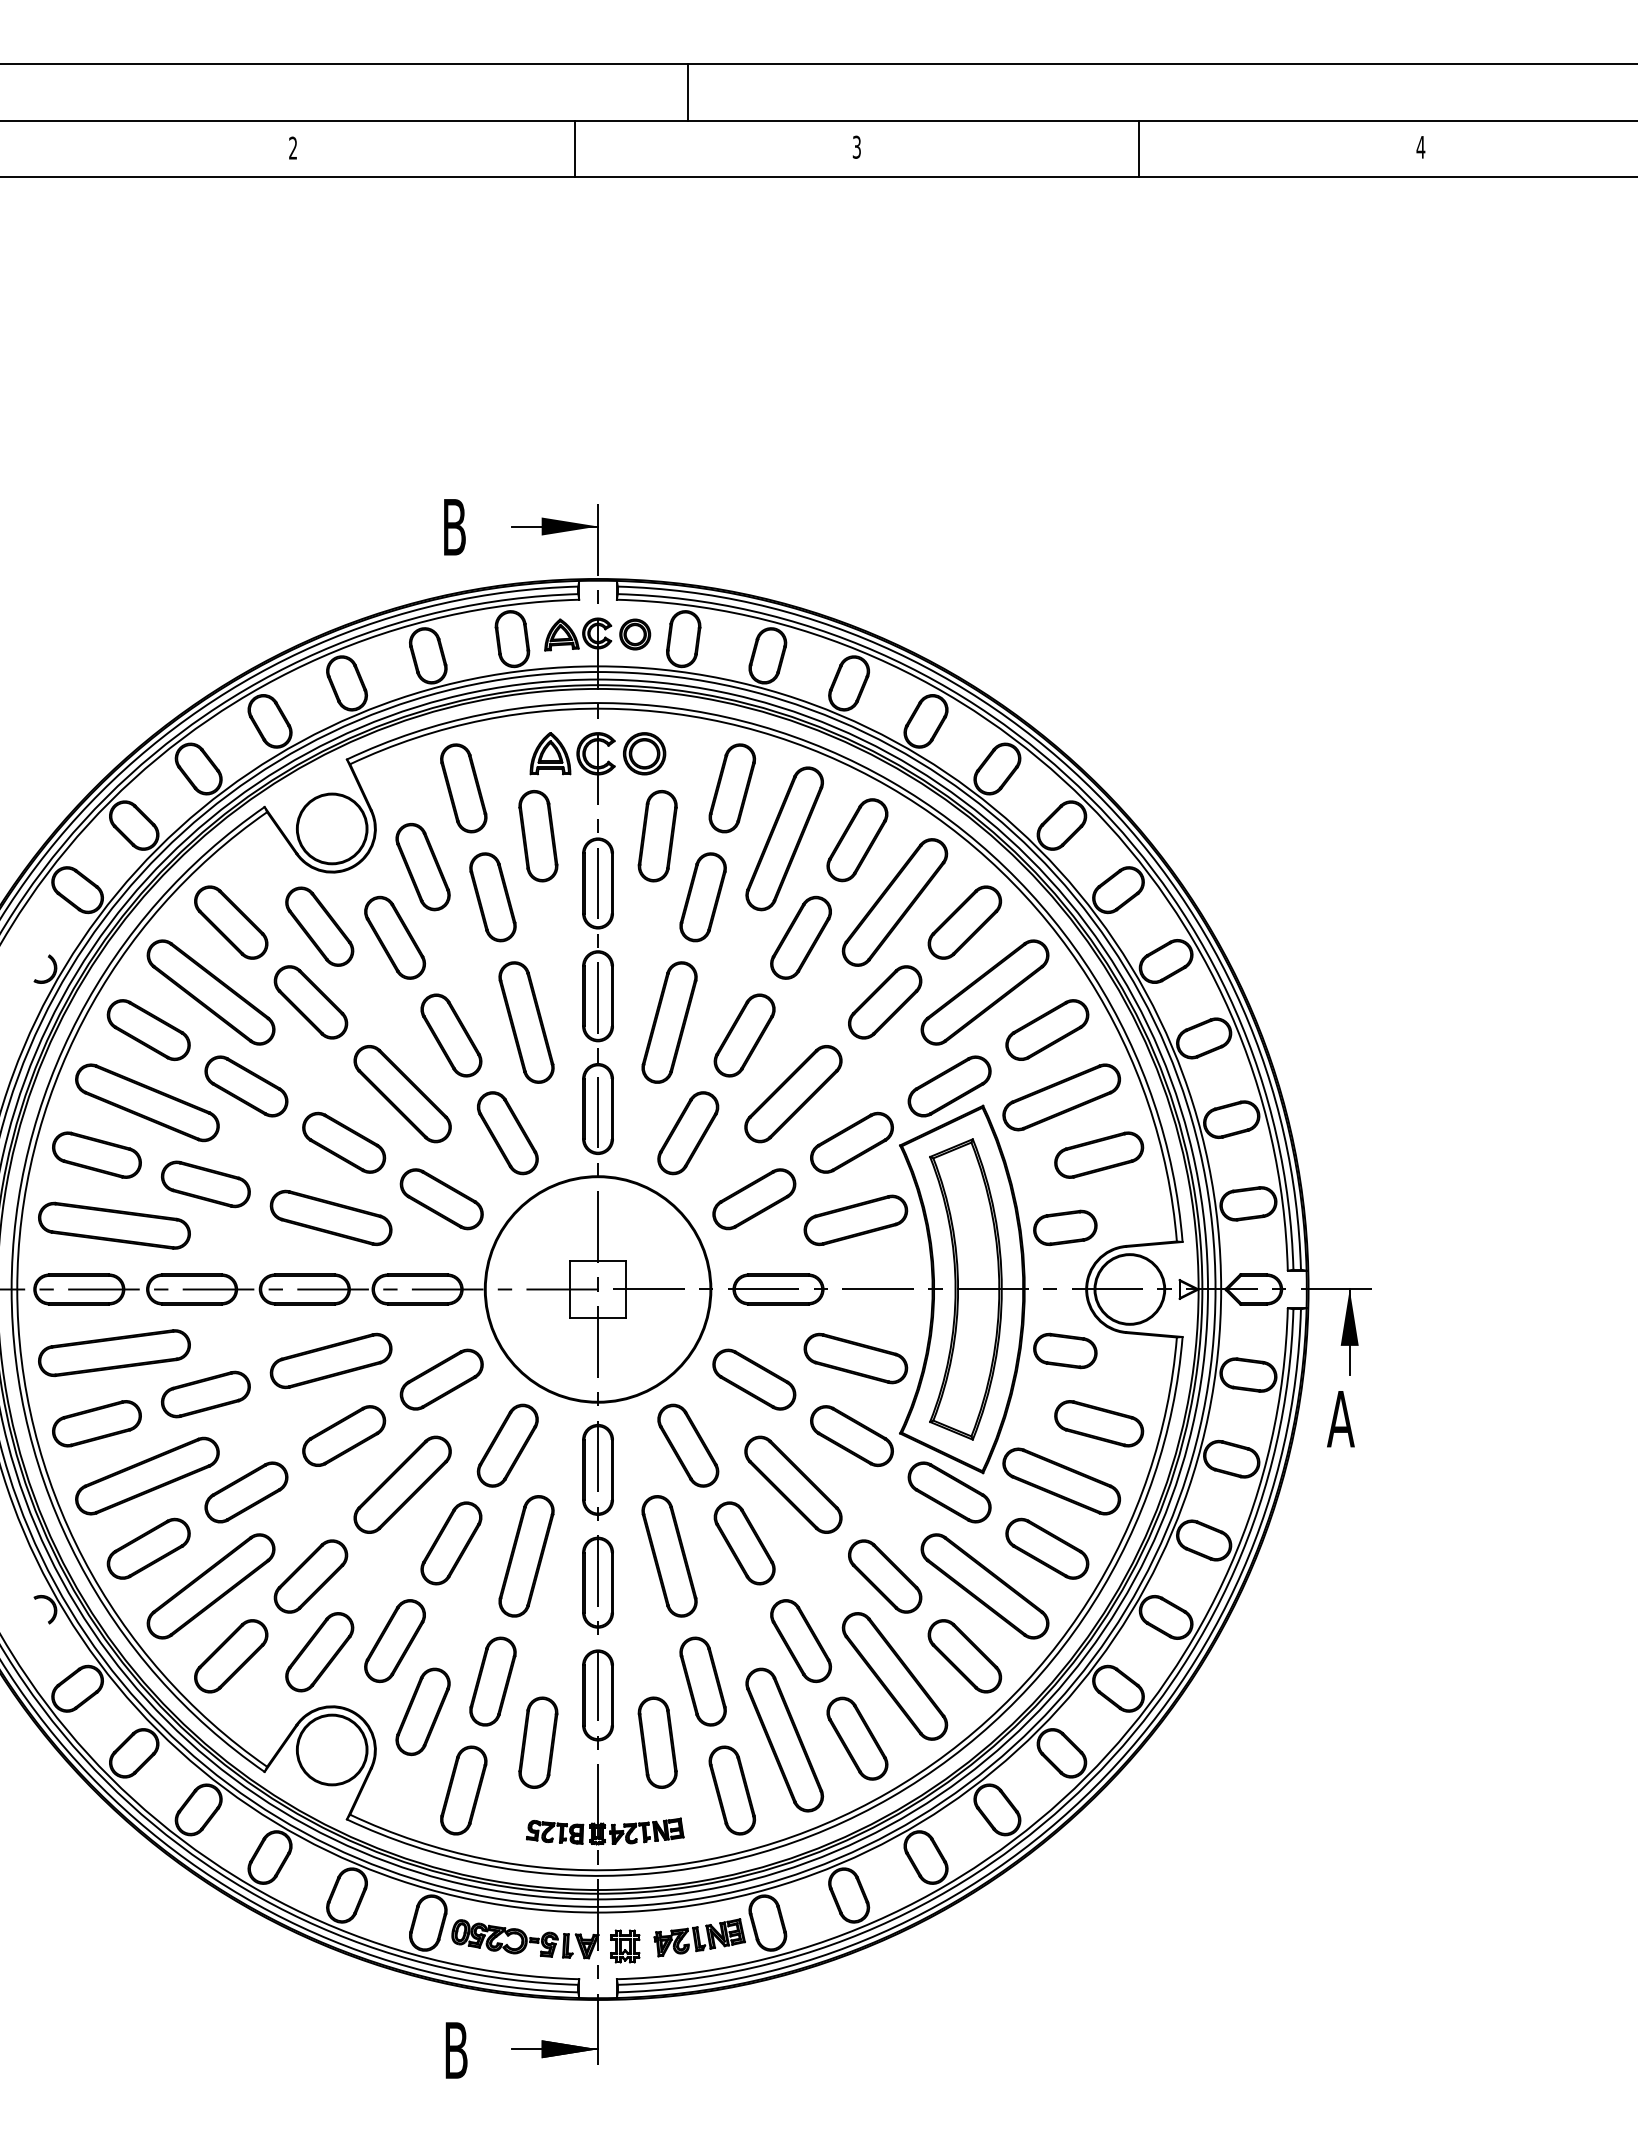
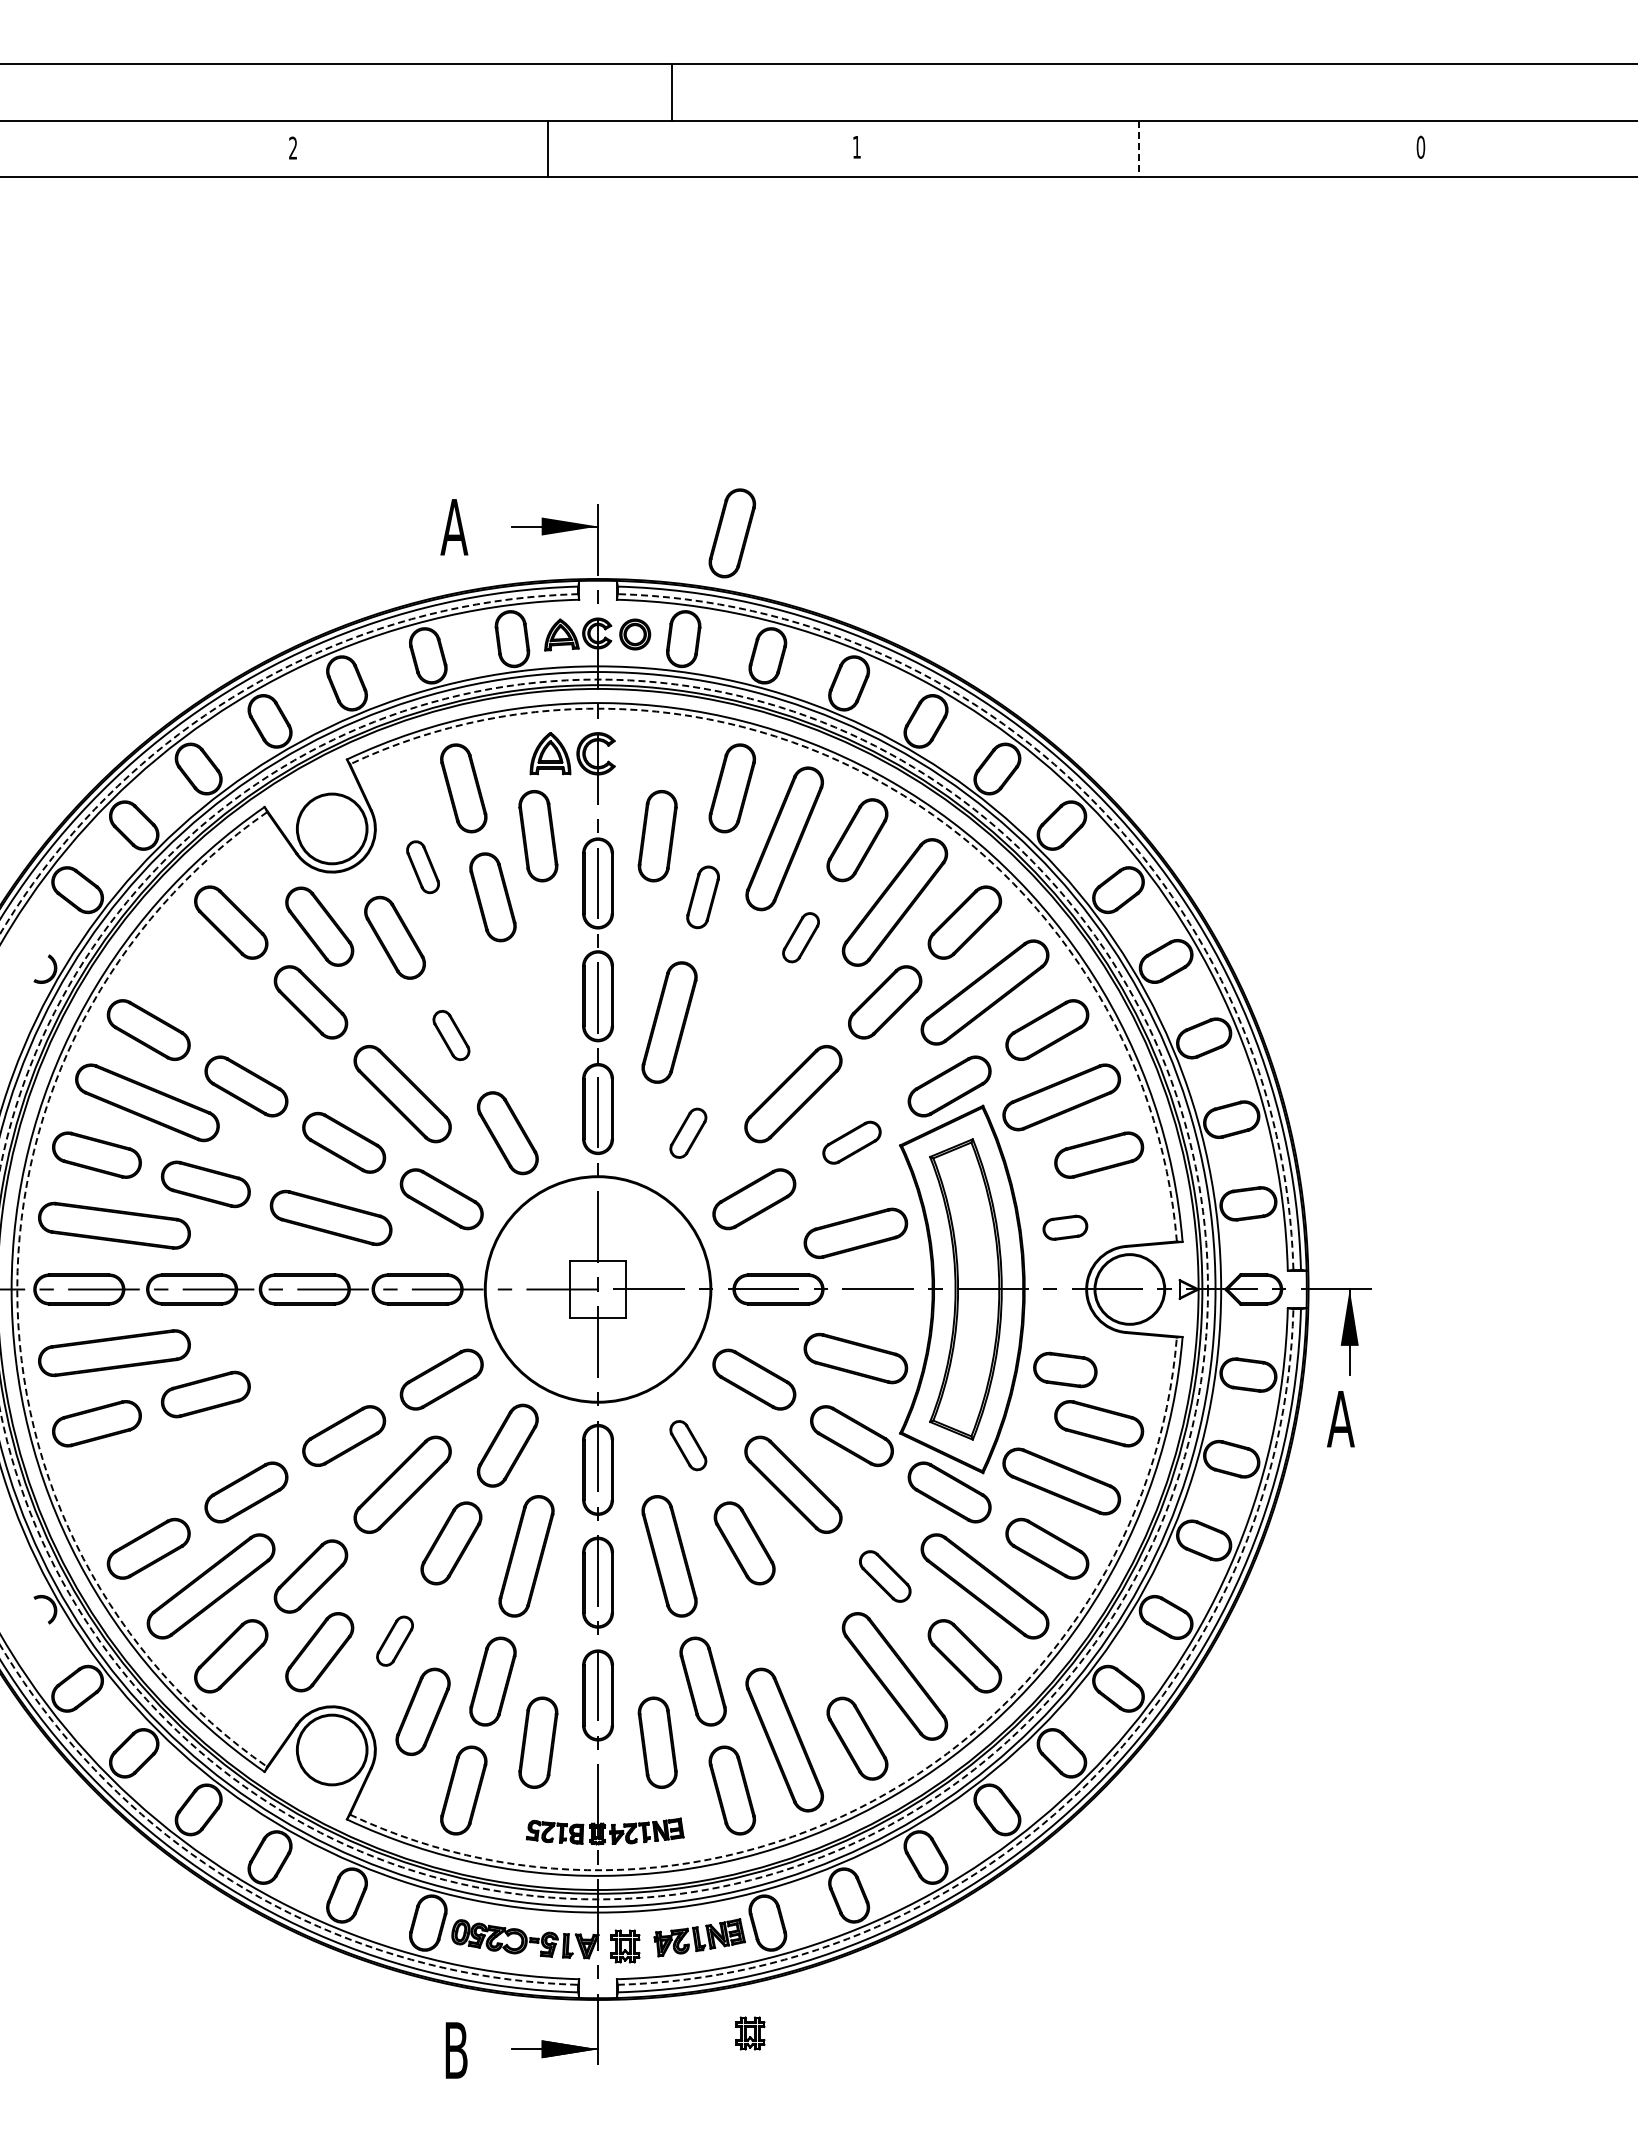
line at (687, 92) position: (687, 92) -> (671, 92)
text at (856, 146): 3 -> 1
text at (1420, 146): 4 -> 0
line at (574, 148) position: (574, 148) -> (547, 148)
line at (1138, 149): solid -> dashed
text at (454, 527): B -> A
part at (731, 533): none -> present
arc at (242, 691): solid -> dashed
part at (644, 753): present -> none
arc at (888, 786): solid -> dashed
arc at (1089, 797): solid -> dashed
part at (422, 867) size: 56x89 px -> 34x55 px
part at (702, 897) size: 48x91 px -> 34x65 px
part at (800, 937) size: 62x85 px -> 38x52 px
part at (210, 992): present -> none
part at (526, 1022): present -> none
part at (451, 1035) size: 63x85 px -> 39x51 px
part at (744, 1035): present -> none
part at (688, 1133) size: 63x85 px -> 39x52 px
part at (851, 1142) size: 84x63 px -> 60x45 px
part at (855, 1219) position: (855, 1219) -> (855, 1232)
part at (1065, 1227) size: 65x37 px -> 47x27 px
arc at (17, 1289): solid -> dashed
circle at (604, 1289): solid -> dashed
part at (1065, 1350) position: (1065, 1350) -> (1065, 1369)
part at (330, 1360): present -> none
part at (688, 1445) size: 63x85 px -> 39x52 px
part at (147, 1475): present -> none
part at (885, 1576) size: 75x75 px -> 53x53 px
part at (394, 1641) size: 62x85 px -> 38x52 px
part at (800, 1641): present -> none
arc at (1089, 1781): solid -> dashed
arc at (888, 1792): solid -> dashed
arc at (243, 1887): solid -> dashed
part at (750, 2033): none -> present
